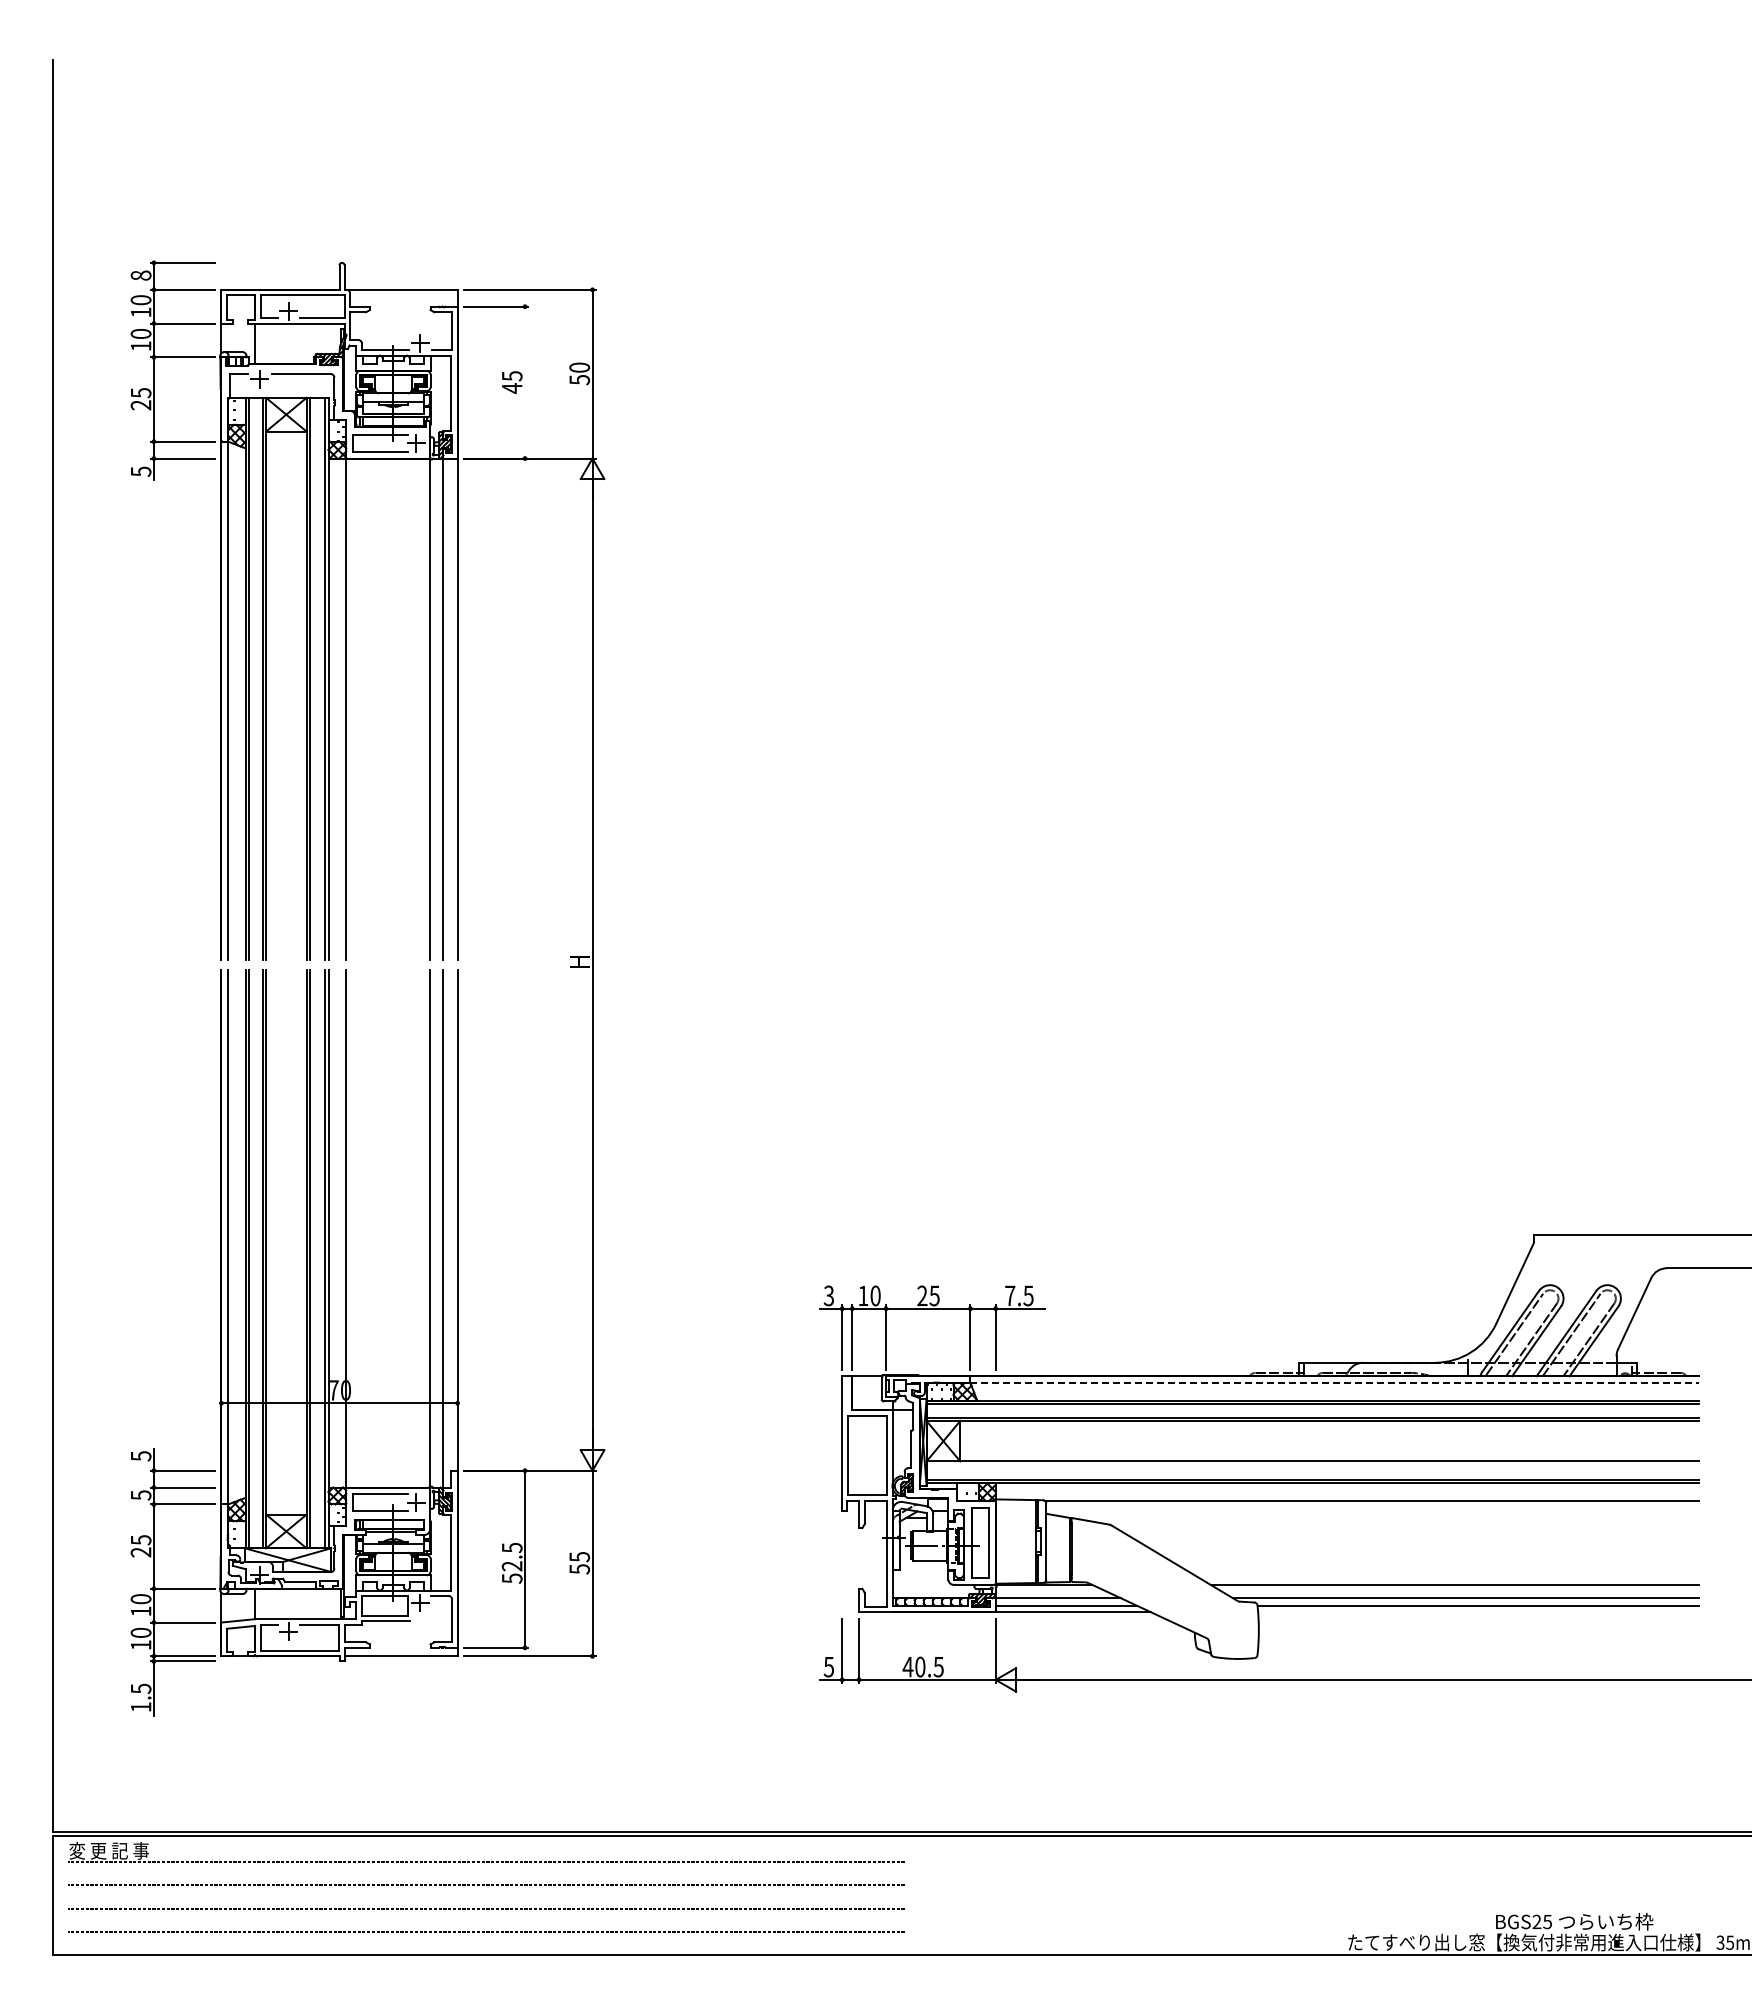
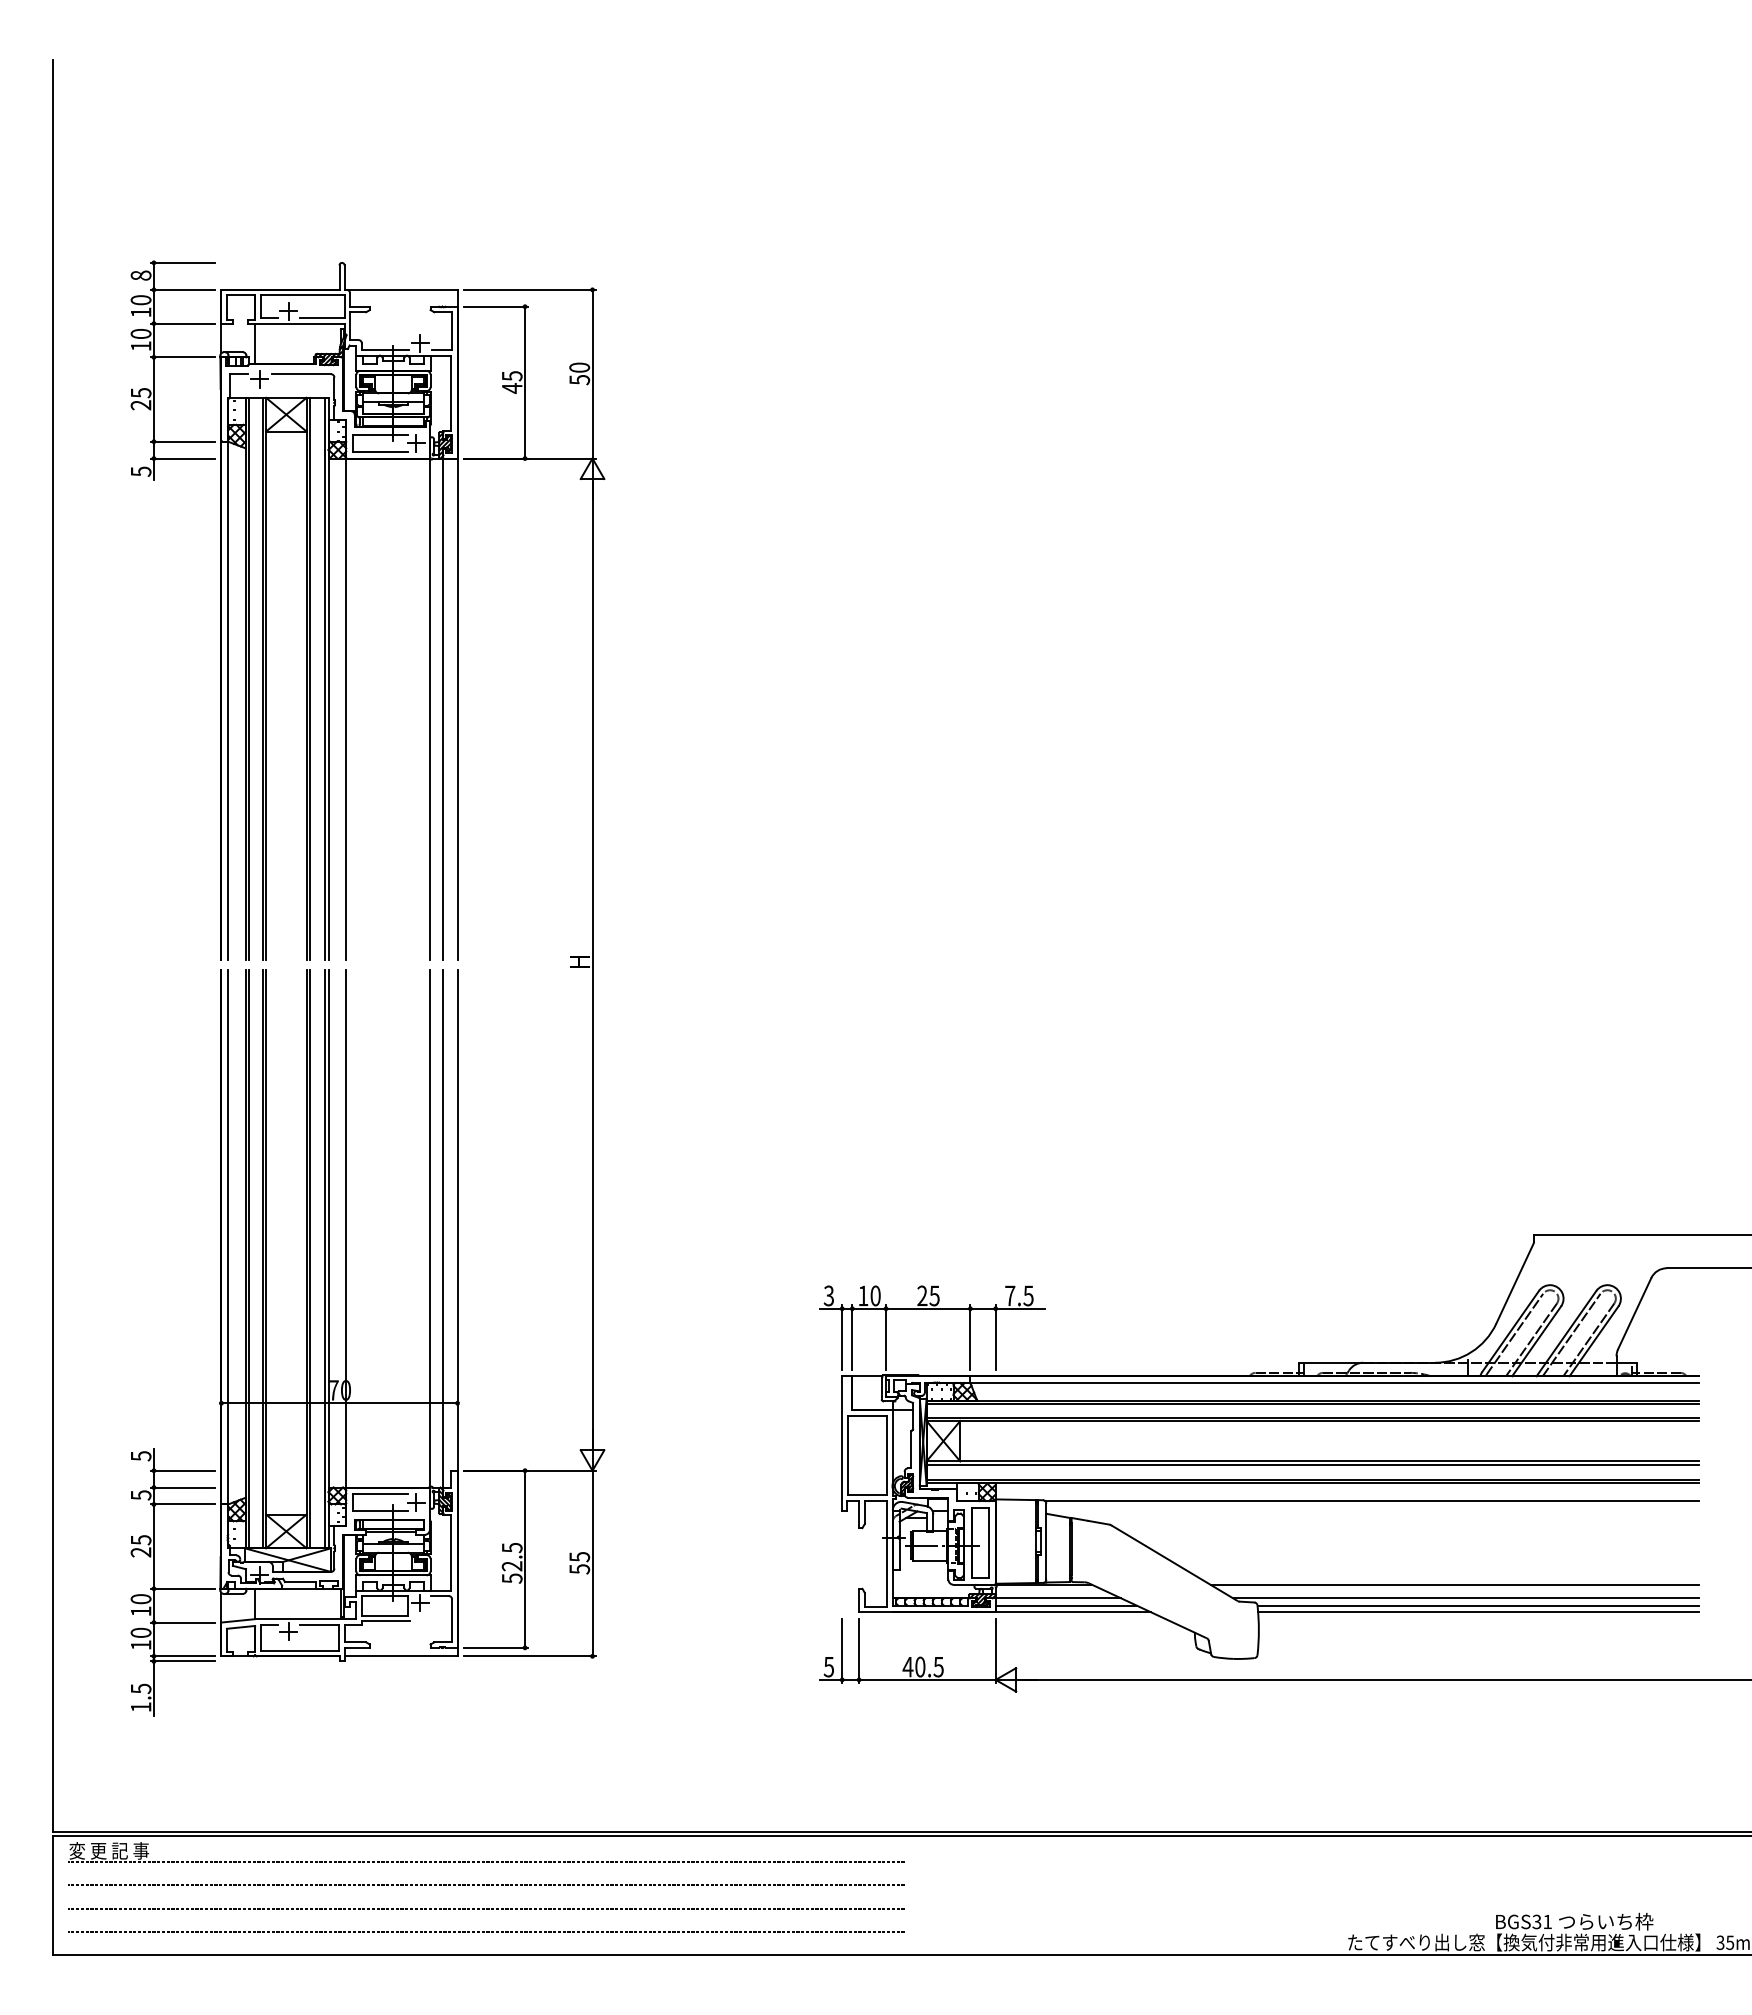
line at (525, 382): none -> present
line at (1312, 1383): dashed -> solid
line at (1312, 1464): none -> present
line at (1478, 1612): none -> present
text at (1541, 1922): BGS25 -> BGS31
